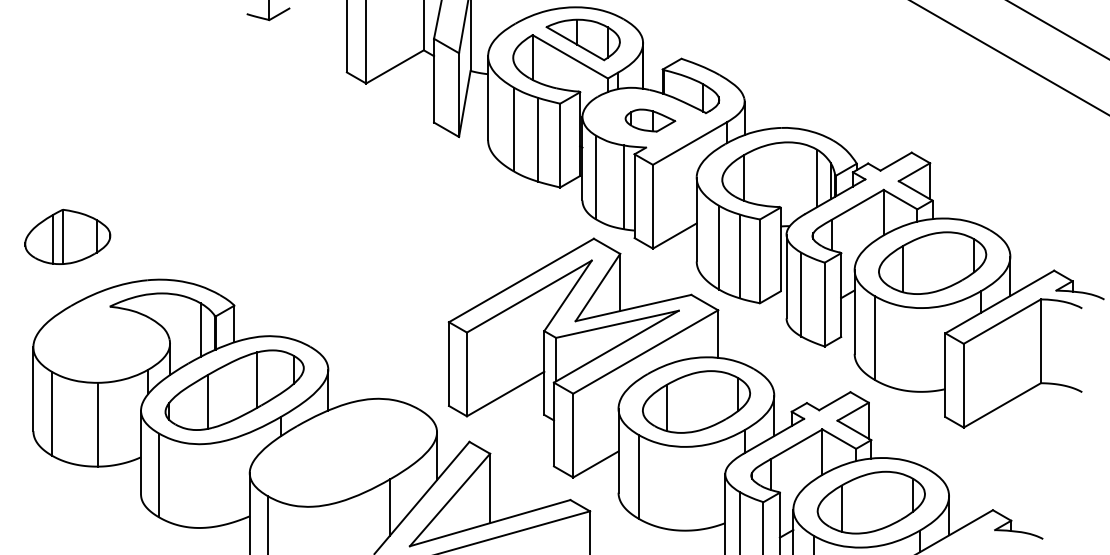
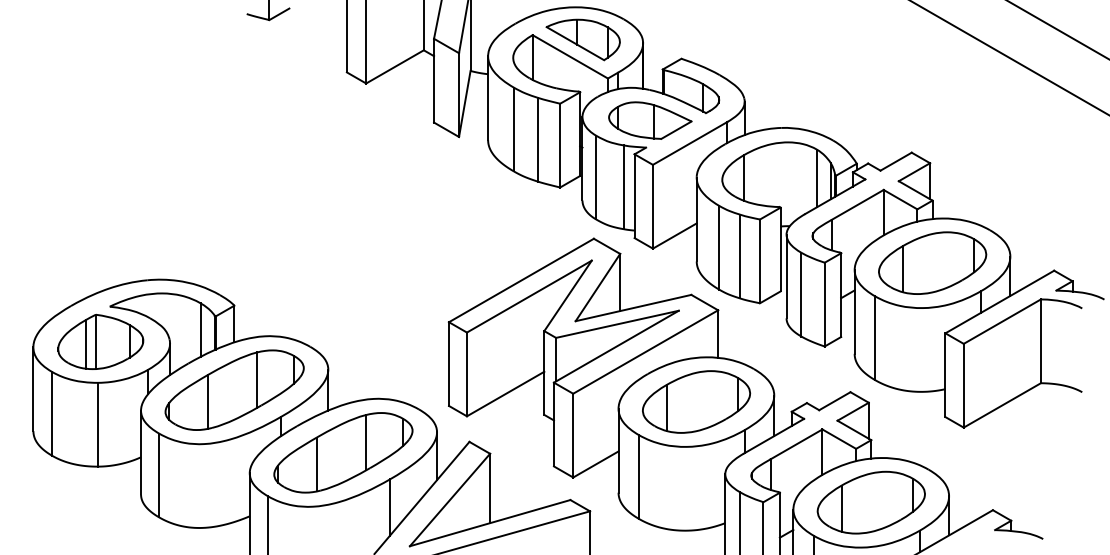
part at (650, 120) size: 53x25 px -> 85x39 px
part at (67, 236) position: (67, 236) -> (100, 341)
part at (343, 452): none -> present
